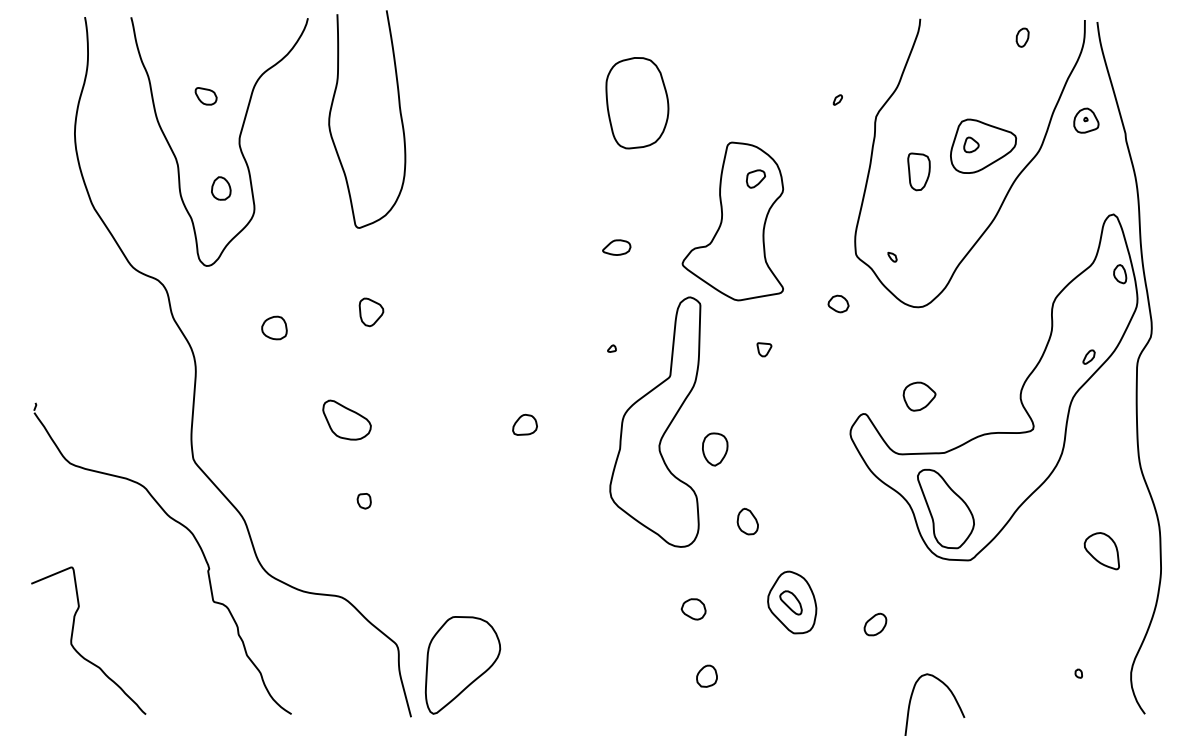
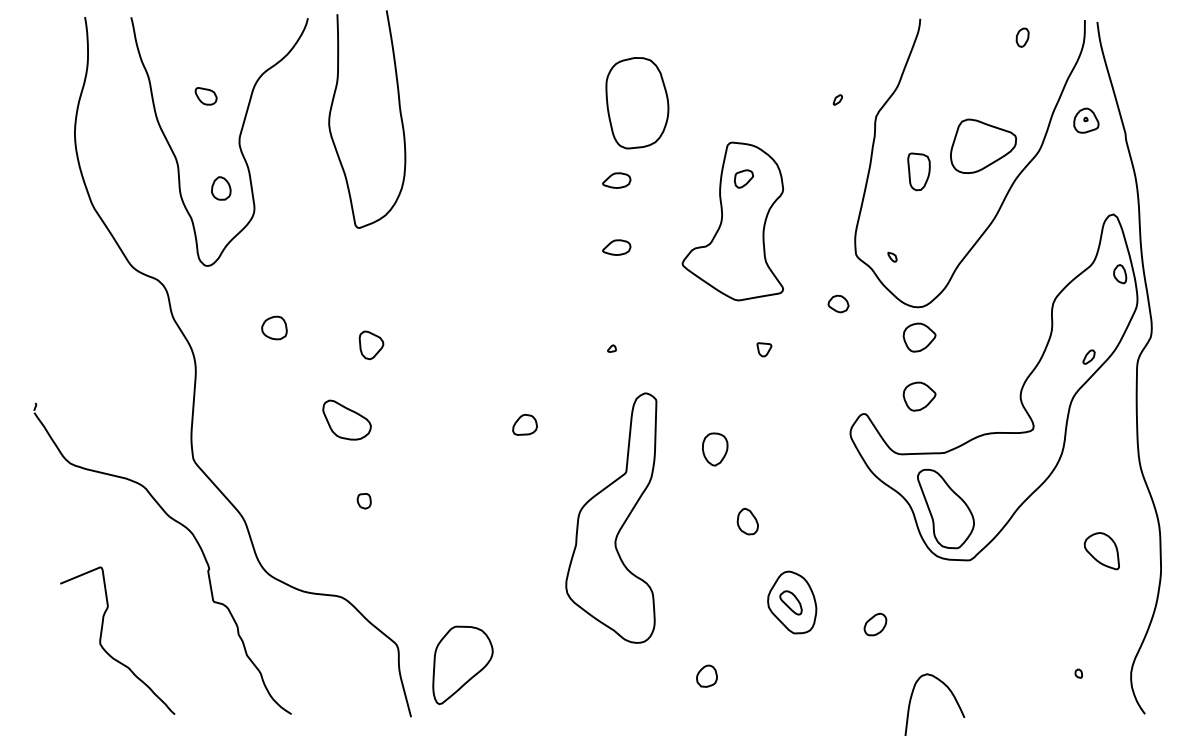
part at (971, 144): present -> none
part at (755, 178) position: (755, 178) -> (743, 178)
part at (616, 180): none -> present
part at (371, 312) position: (371, 312) -> (371, 345)
part at (919, 337): none -> present
part at (655, 421) position: (655, 421) -> (611, 517)
part at (693, 609): present -> none
curve at (77, 650) position: (77, 650) -> (106, 650)
part at (462, 665) size: 78x99 px -> 62x81 px
